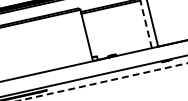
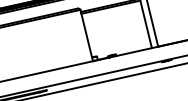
line at (146, 23): dashed -> solid
line at (103, 82): dashed -> solid
